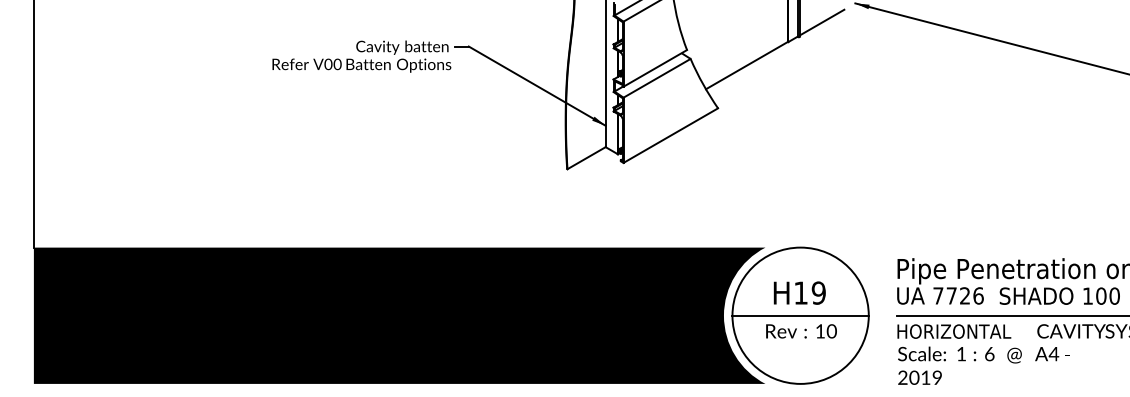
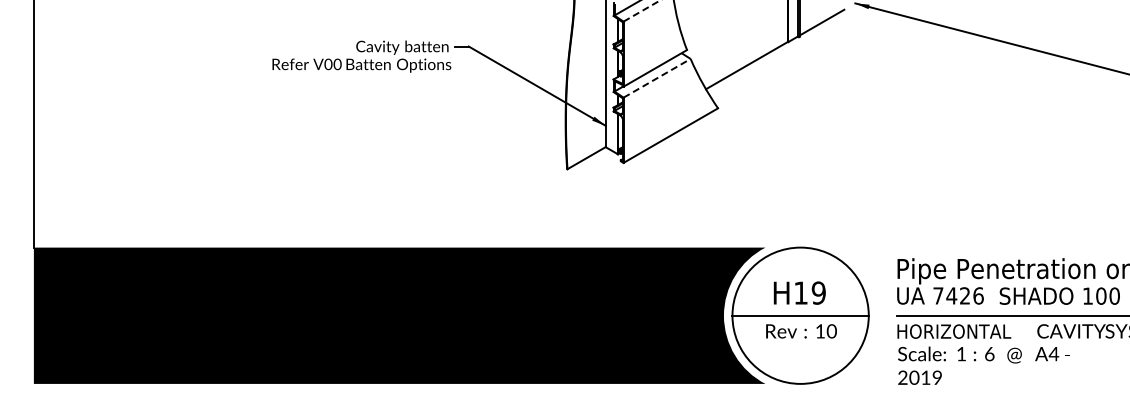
line at (642, 10): solid -> dashed
line at (657, 78): solid -> dashed
text at (951, 295): 7726 -> 7426
